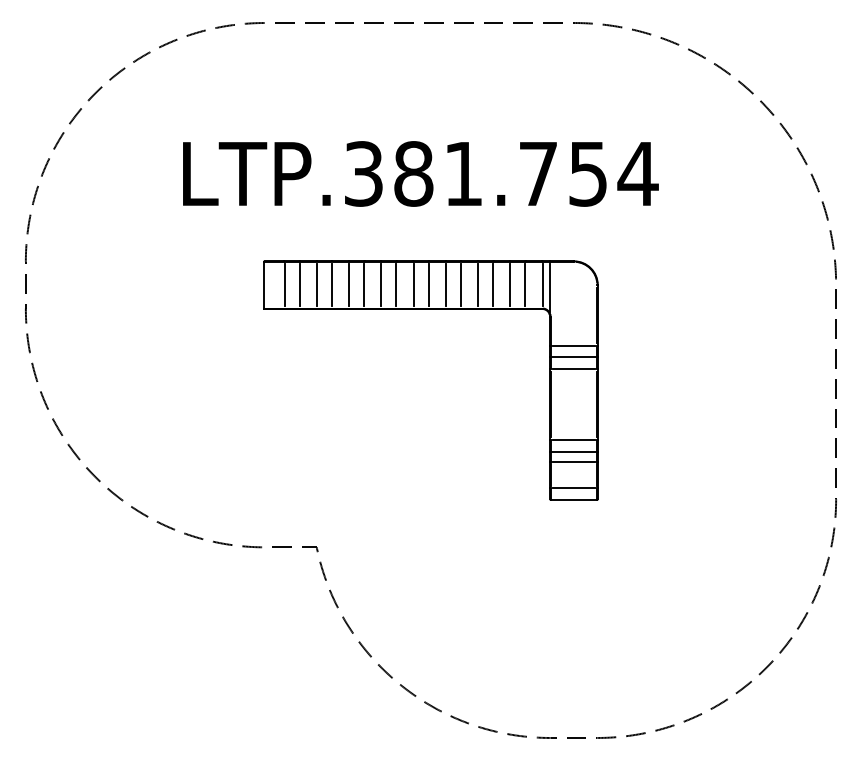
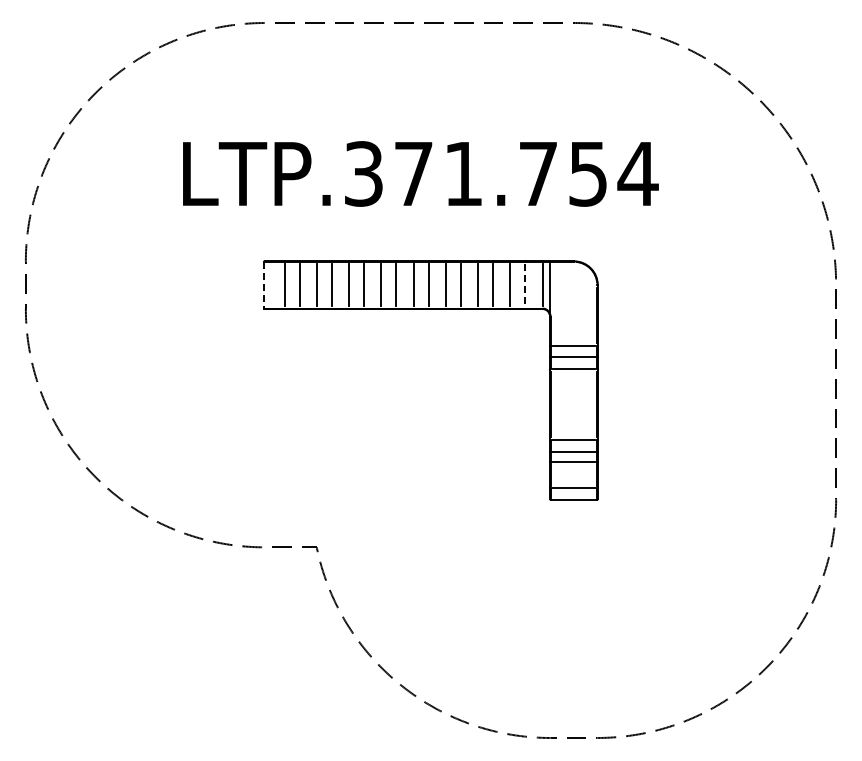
text at (413, 173): LTP.381.754 -> LTP.371.754
line at (264, 285): solid -> dashed
line at (525, 285): solid -> dashed
